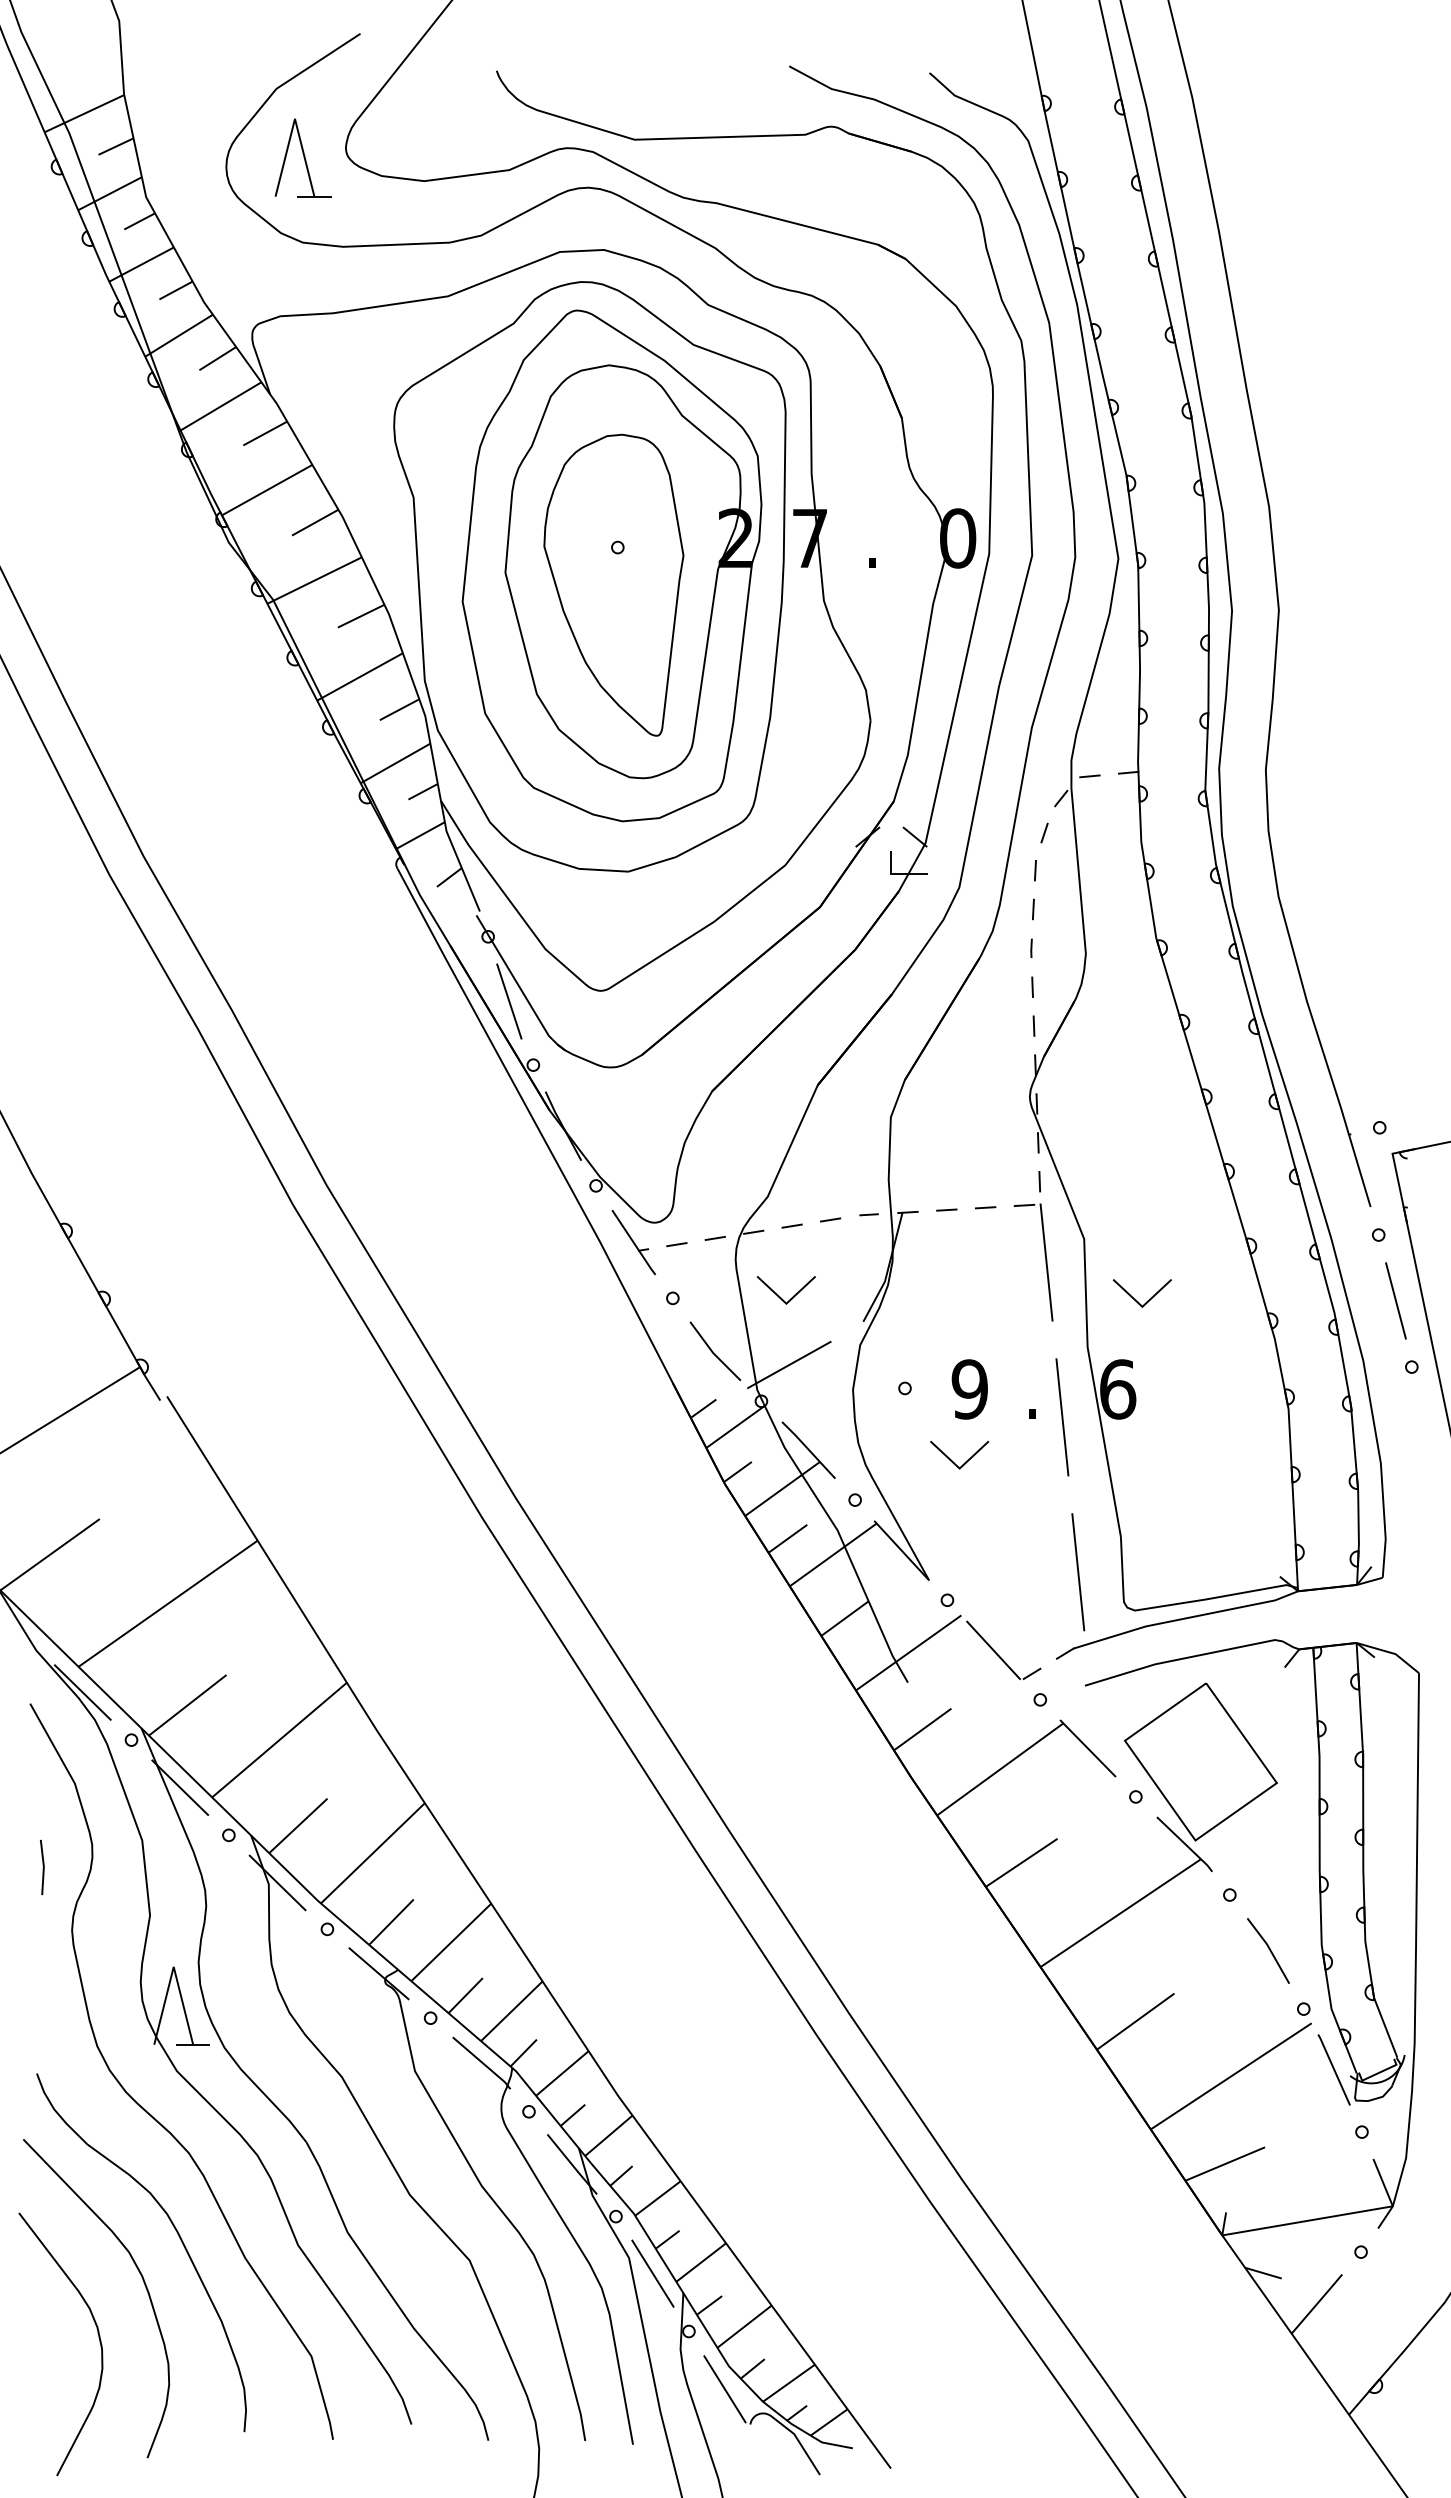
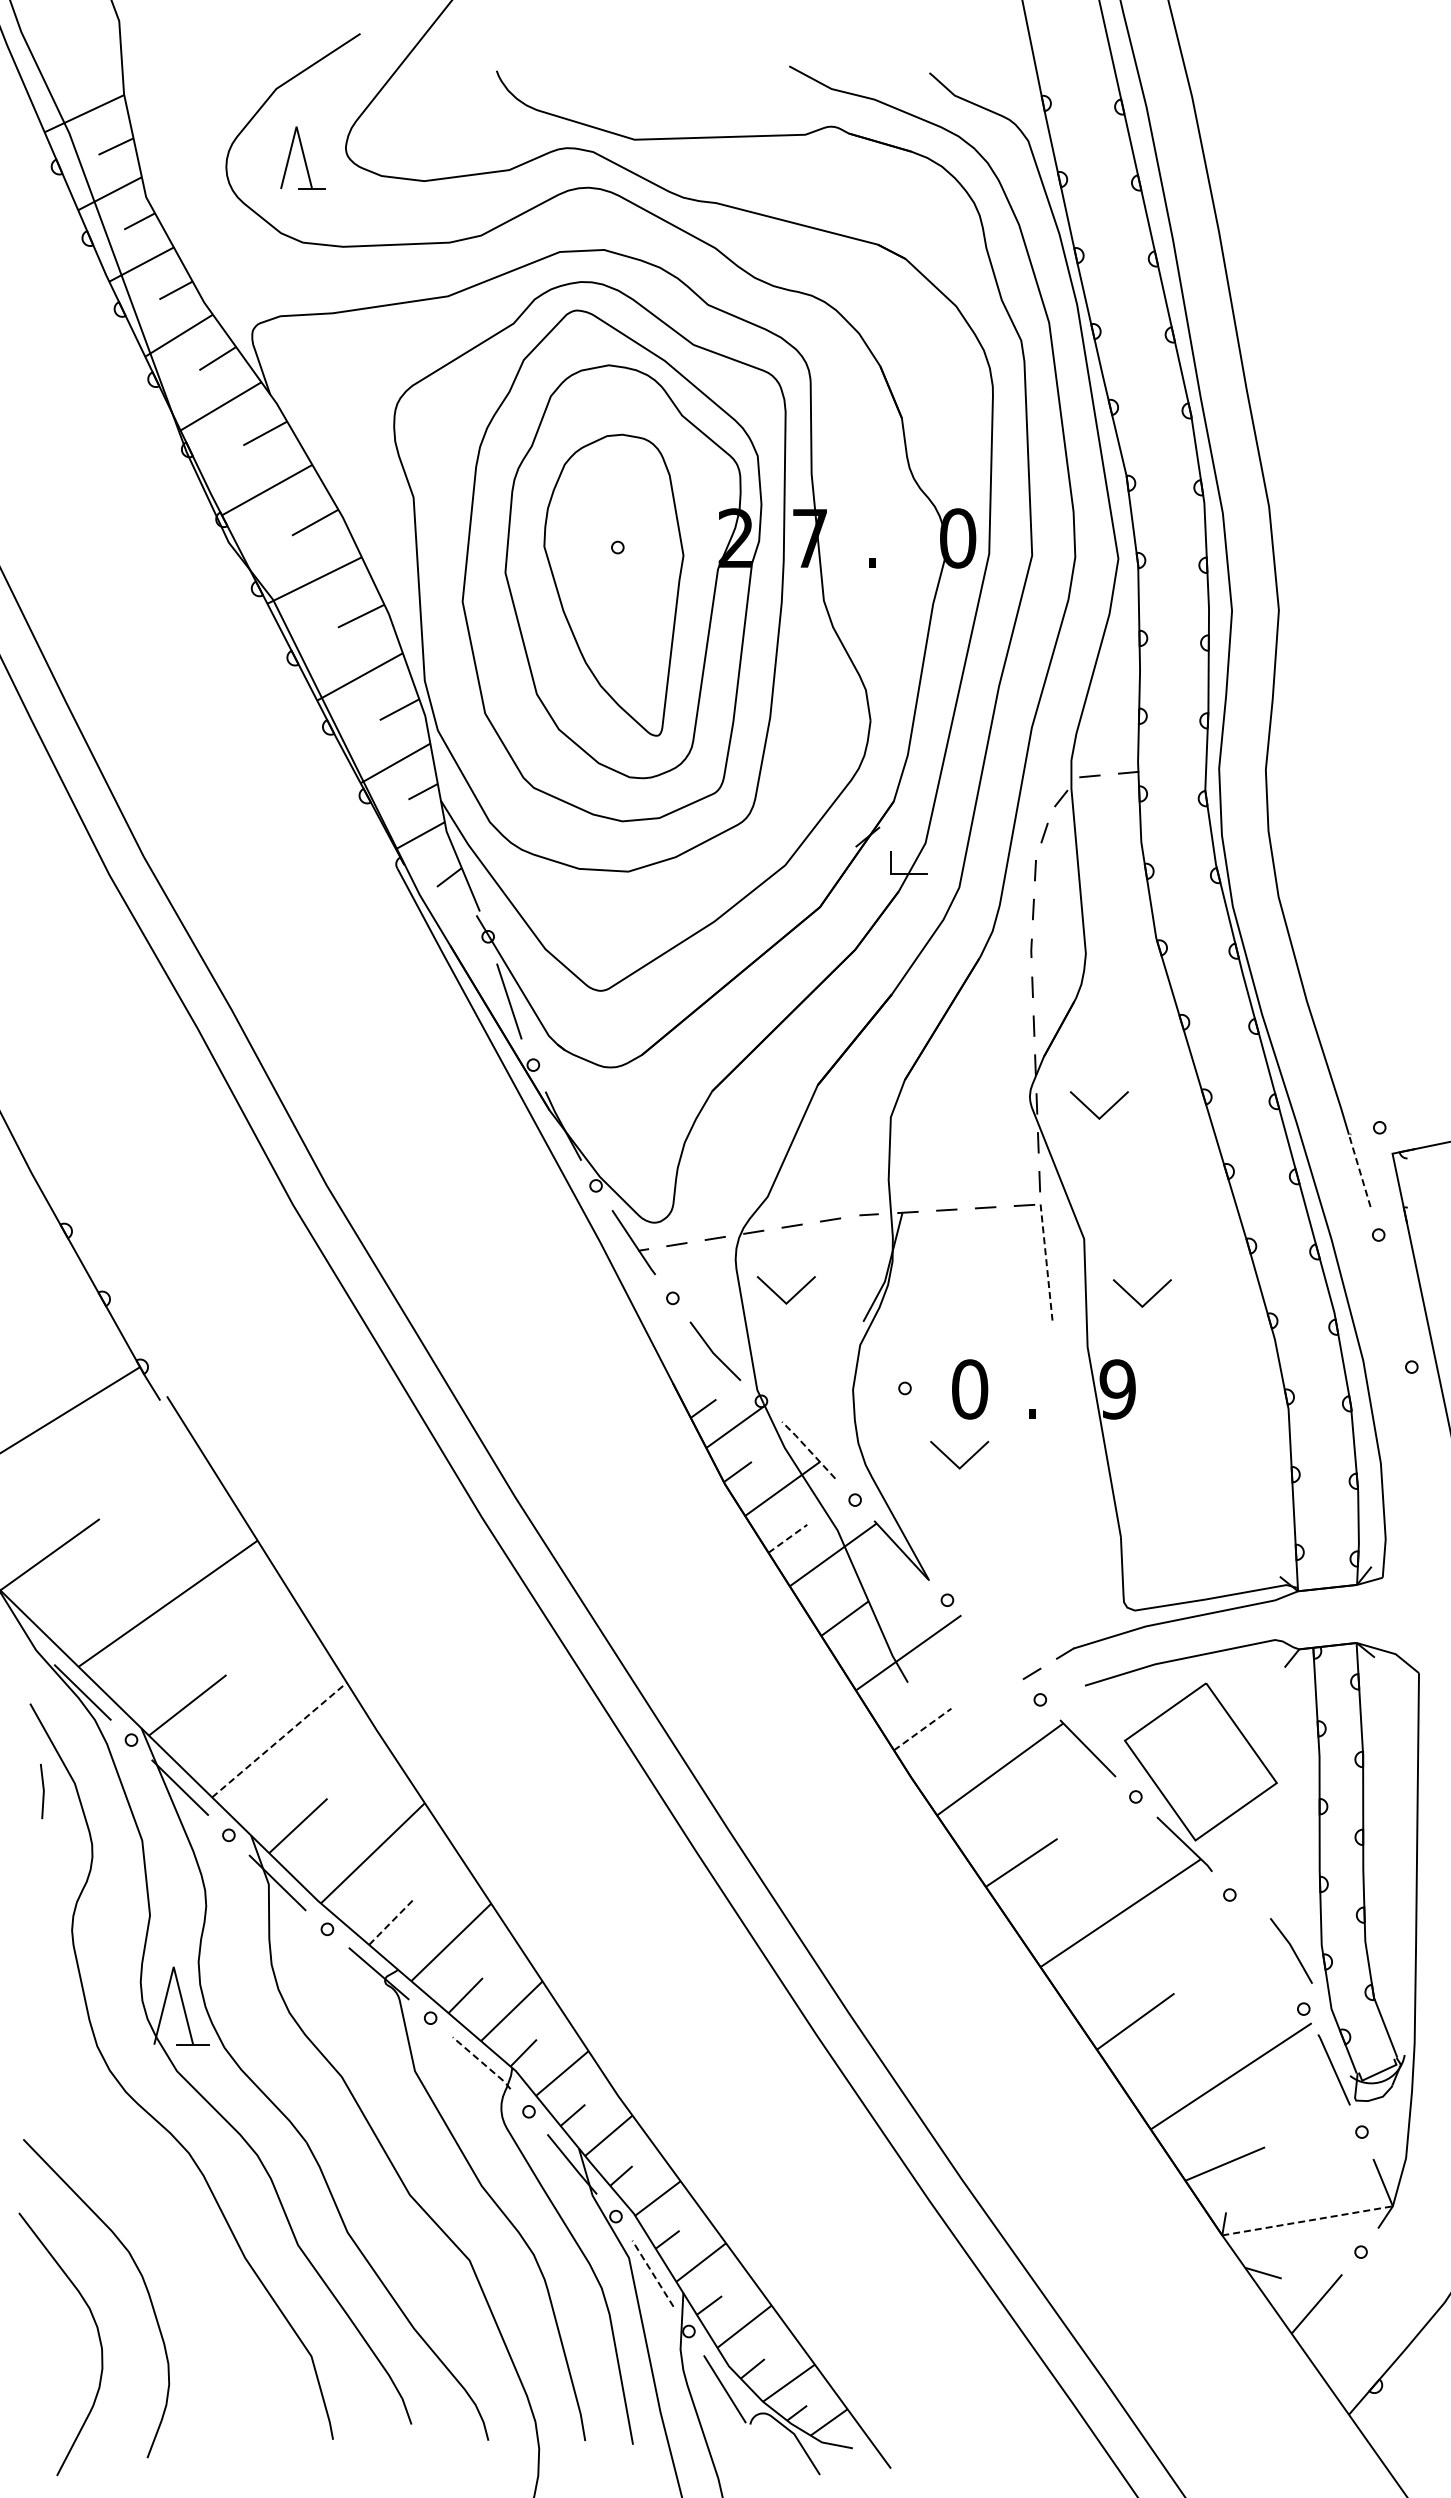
part at (302, 157) size: 58x80 px -> 46x64 px
line at (914, 836): present -> none
line at (1093, 1111): none -> present
line at (1359, 1168): solid -> dashed
line at (1046, 1263): solid -> dashed
line at (1395, 1300): present -> none
line at (789, 1364): present -> none
text at (969, 1389): 9 -> 0
text at (1117, 1389): 6 -> 9
line at (1062, 1417): present -> none
line at (808, 1449): solid -> dashed
line at (787, 1538): solid -> dashed
line at (1078, 1572): present -> none
line at (993, 1650): present -> none
line at (923, 1729): solid -> dashed
line at (279, 1739): solid -> dashed
line at (43, 1867) position: (43, 1867) -> (43, 1791)
line at (391, 1922): solid -> dashed
line at (1268, 1949) position: (1268, 1949) -> (1291, 1949)
line at (482, 2063): solid -> dashed
line at (1307, 2220): solid -> dashed
curve at (177, 2234): present -> none
line at (652, 2273): solid -> dashed
